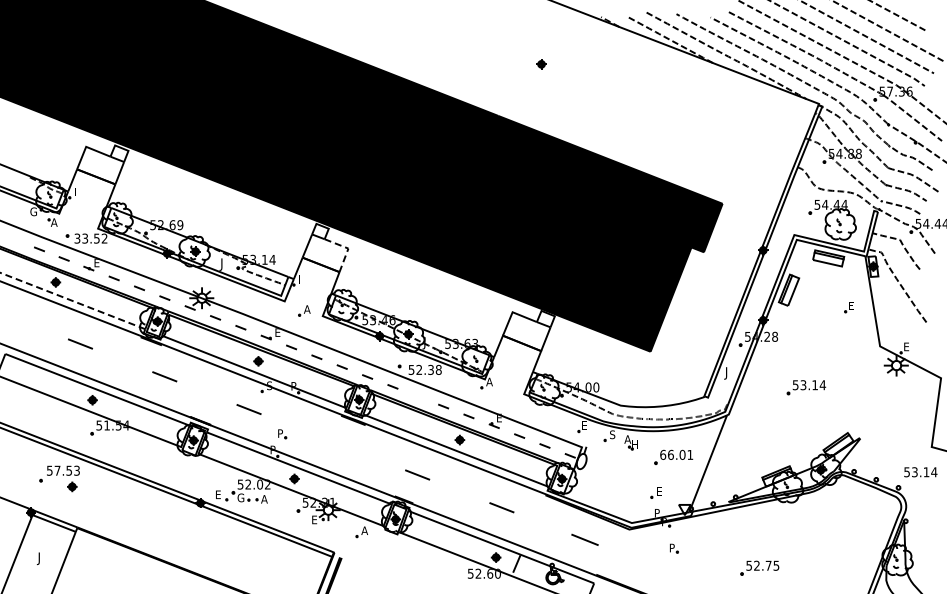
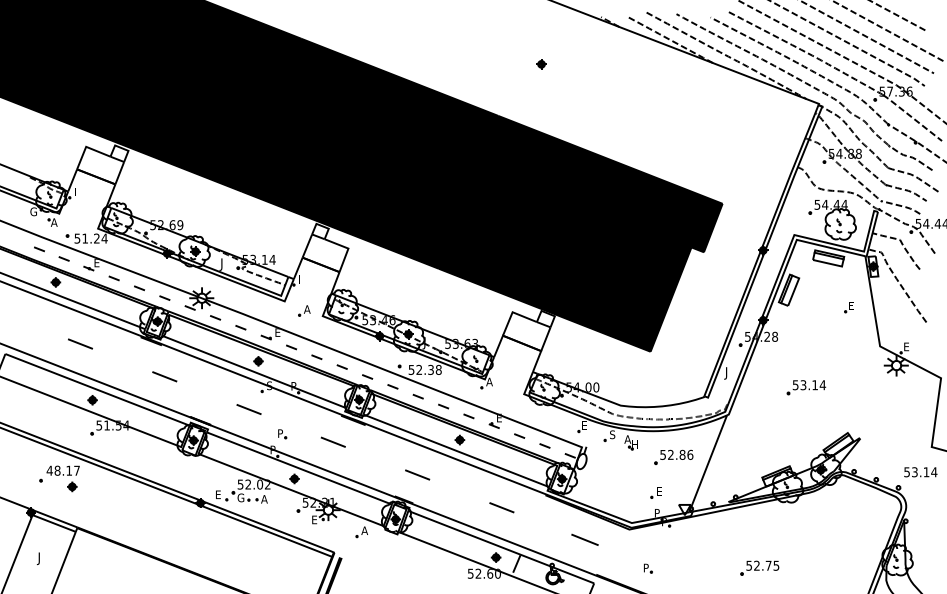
text at (90, 238): 33.52 -> 51.24
line at (348, 248): dashed -> solid
line at (72, 301): dashed -> solid
line at (417, 396): none -> present
line at (332, 441): none -> present
text at (676, 454): 66.01 -> 52.86
text at (62, 470): 57.53 -> 48.17
part at (674, 548) position: (674, 548) -> (648, 568)
